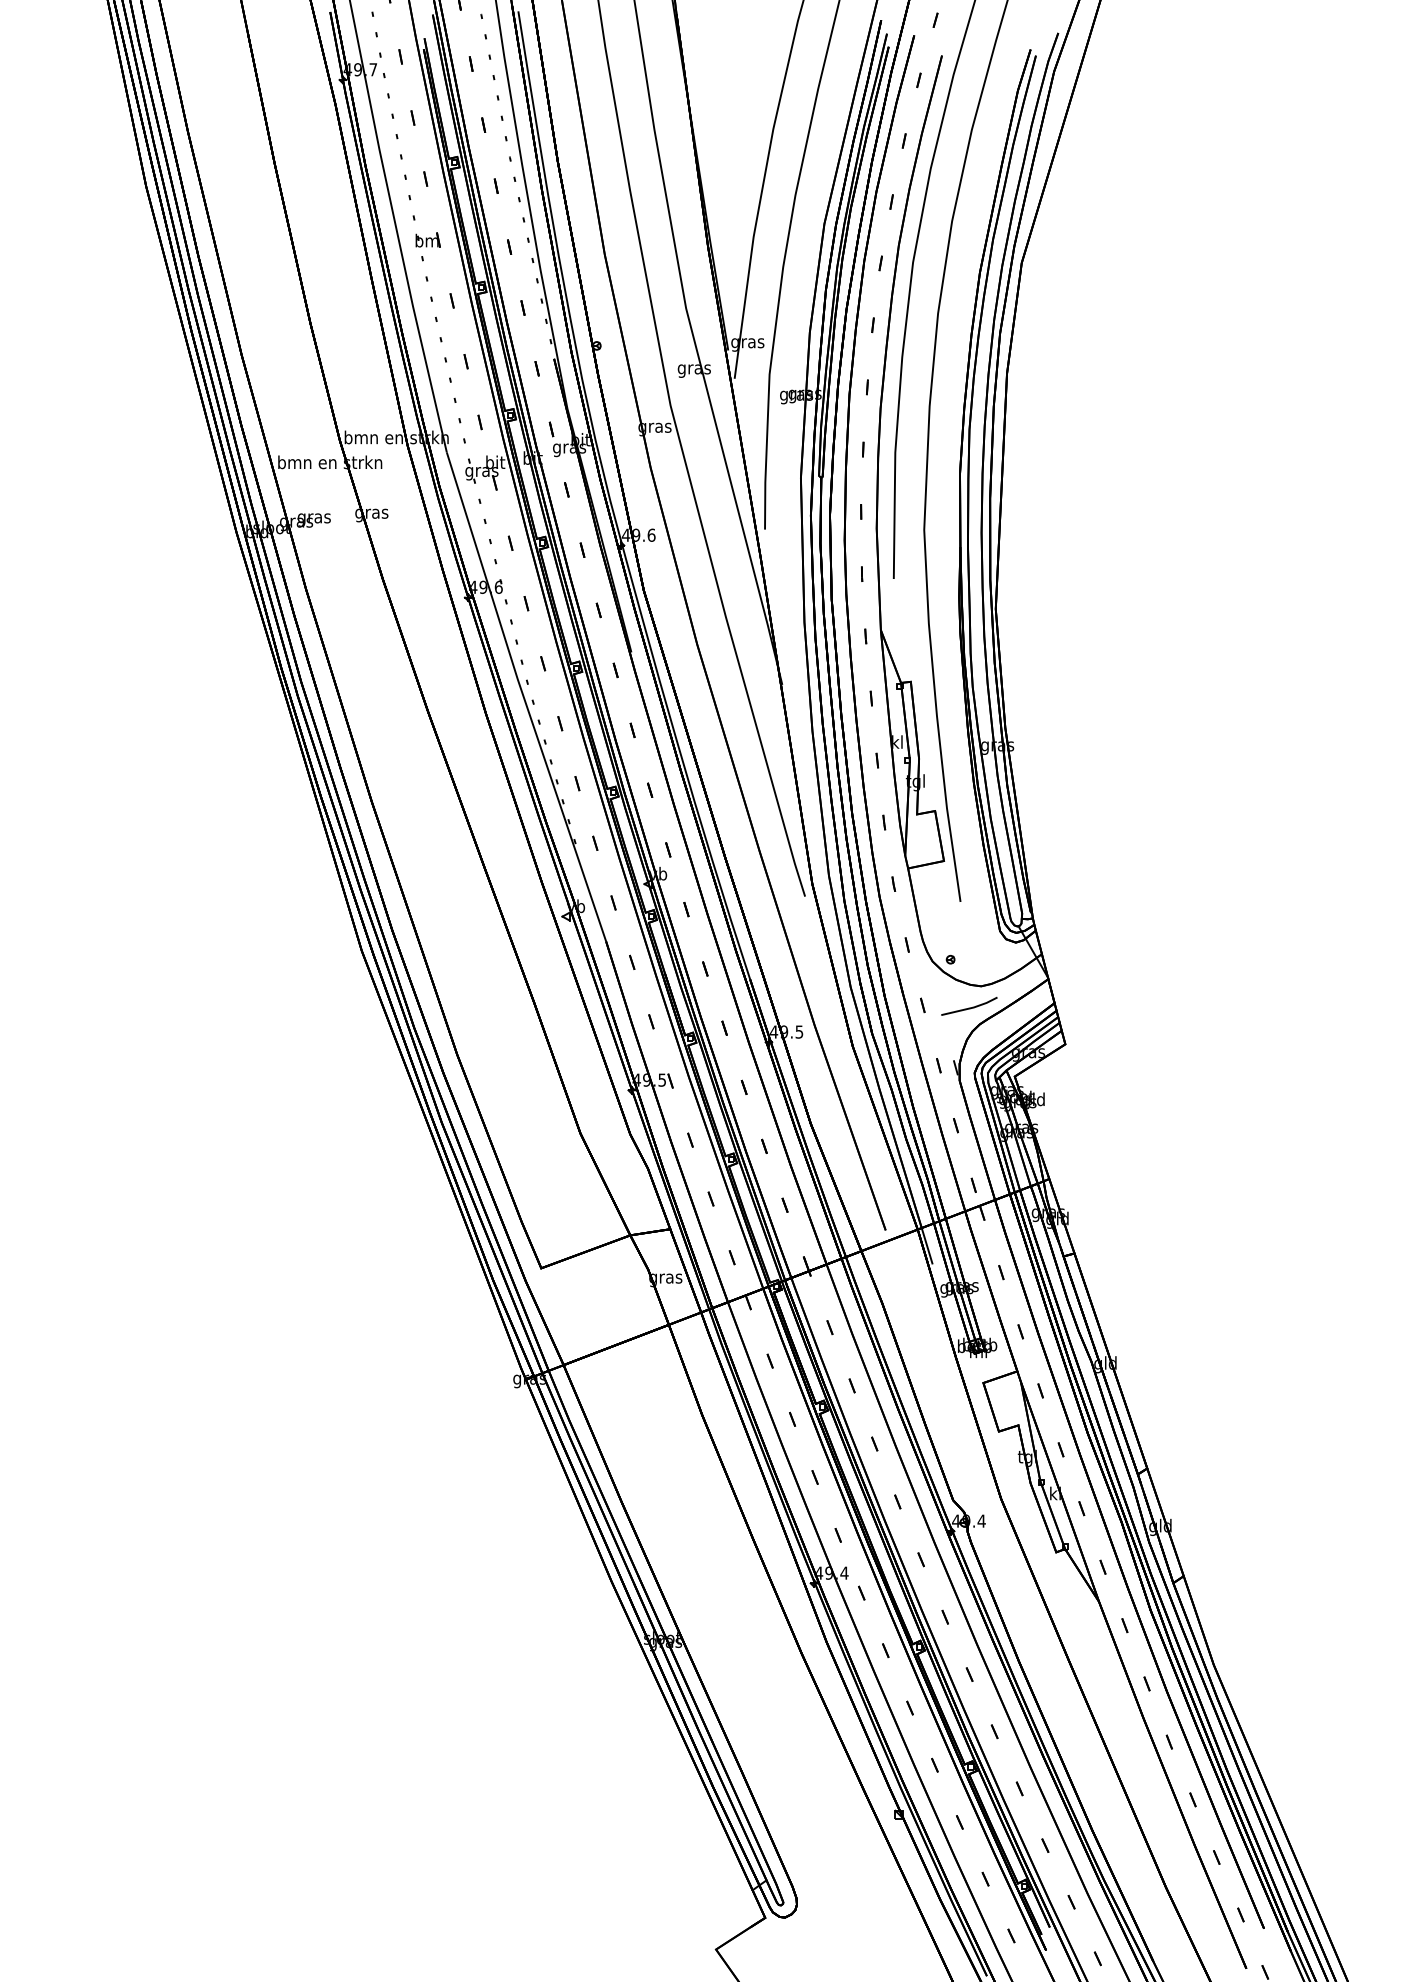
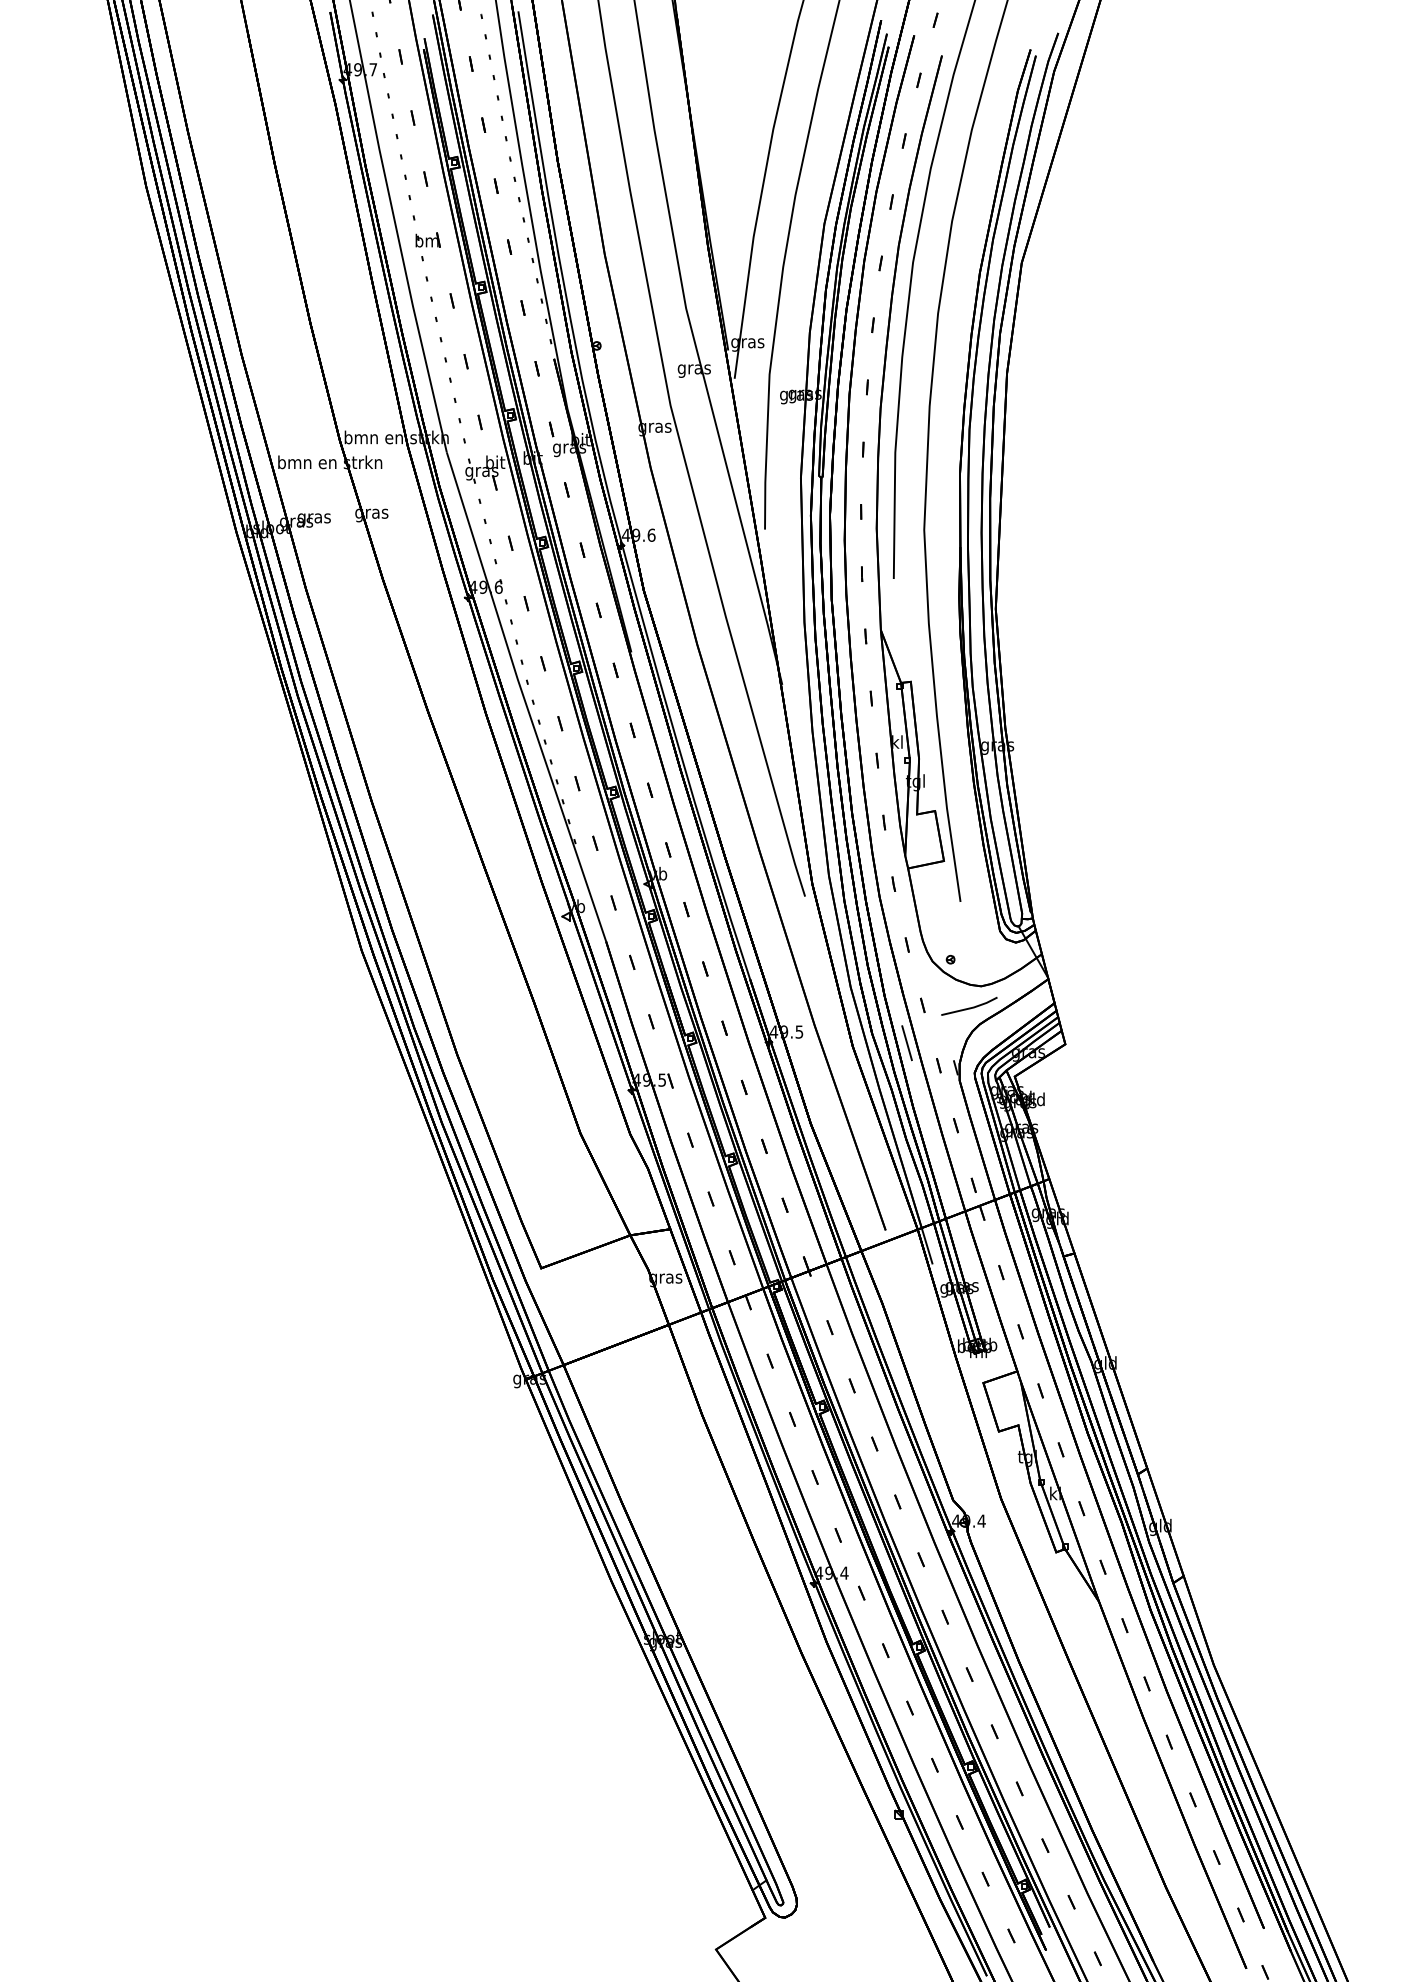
line at (906, 1043): none -> present
